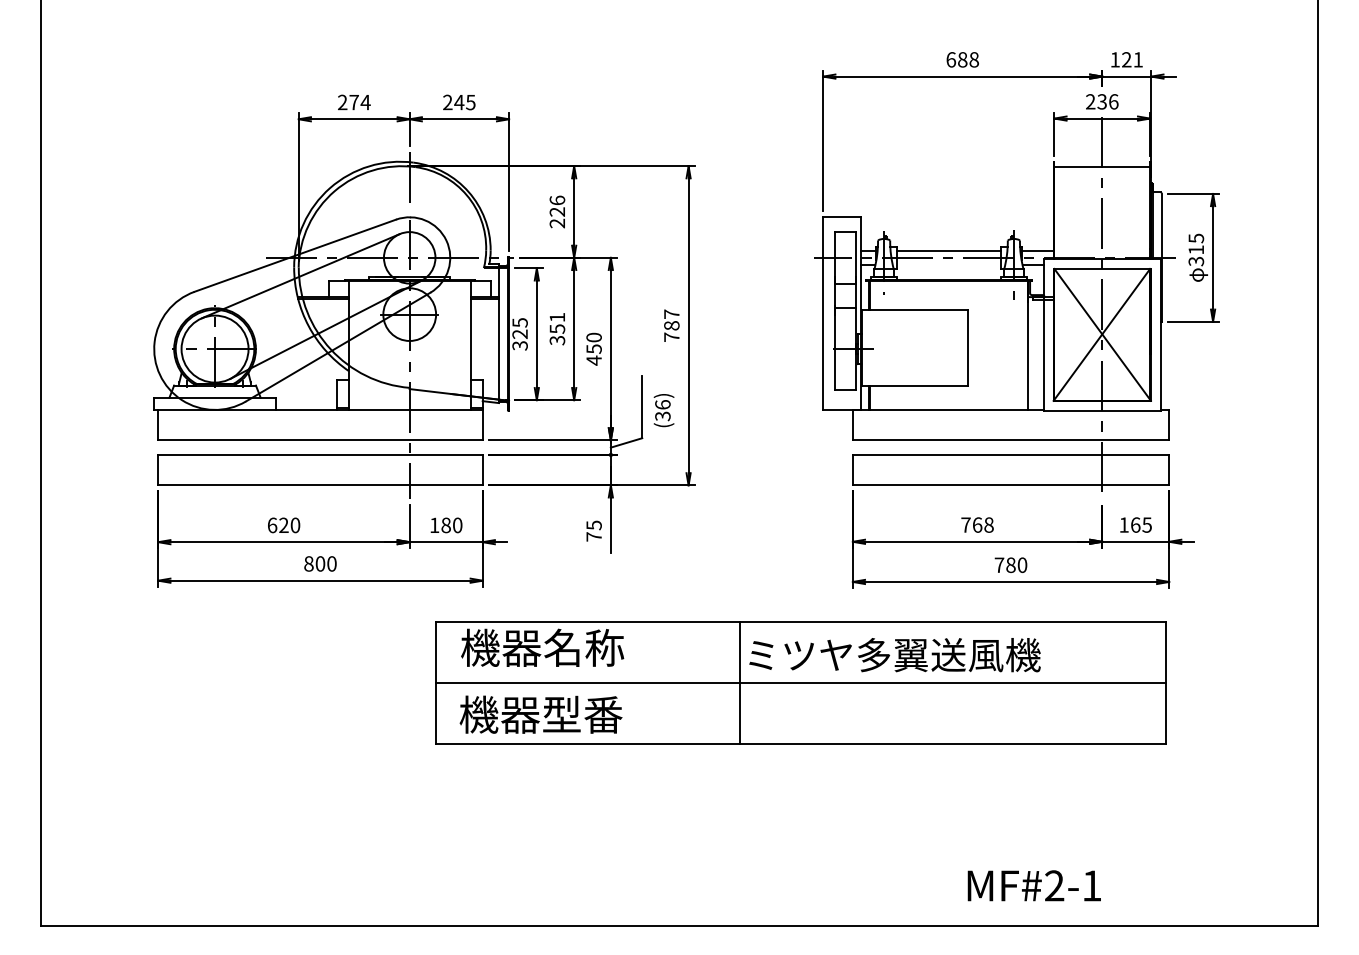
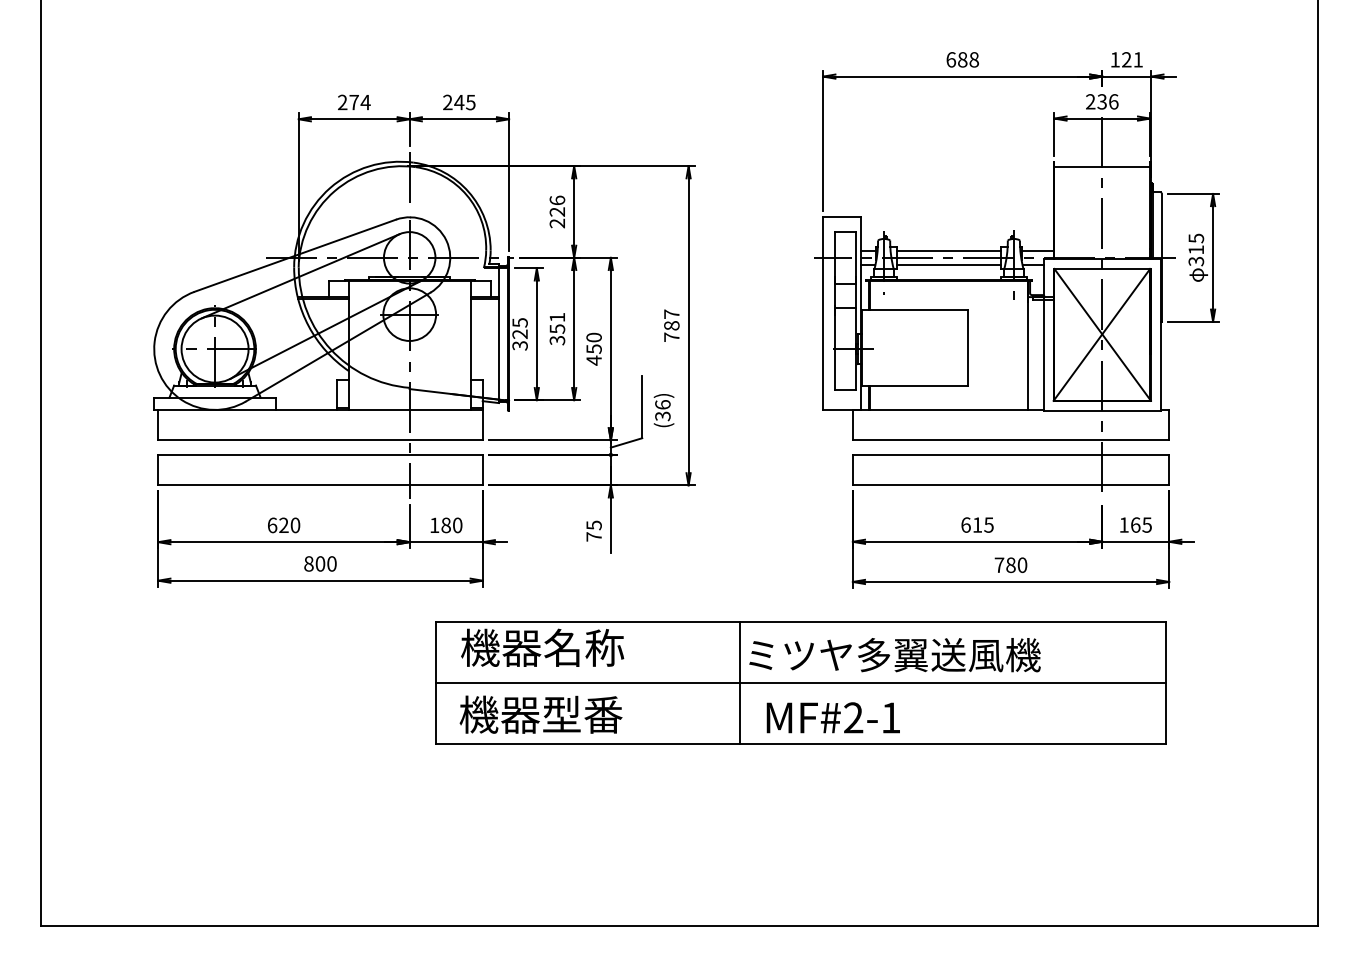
line at (948, 264): none -> present
text at (977, 524): 768 -> 615
text at (1033, 885) position: (1033, 885) -> (832, 717)
